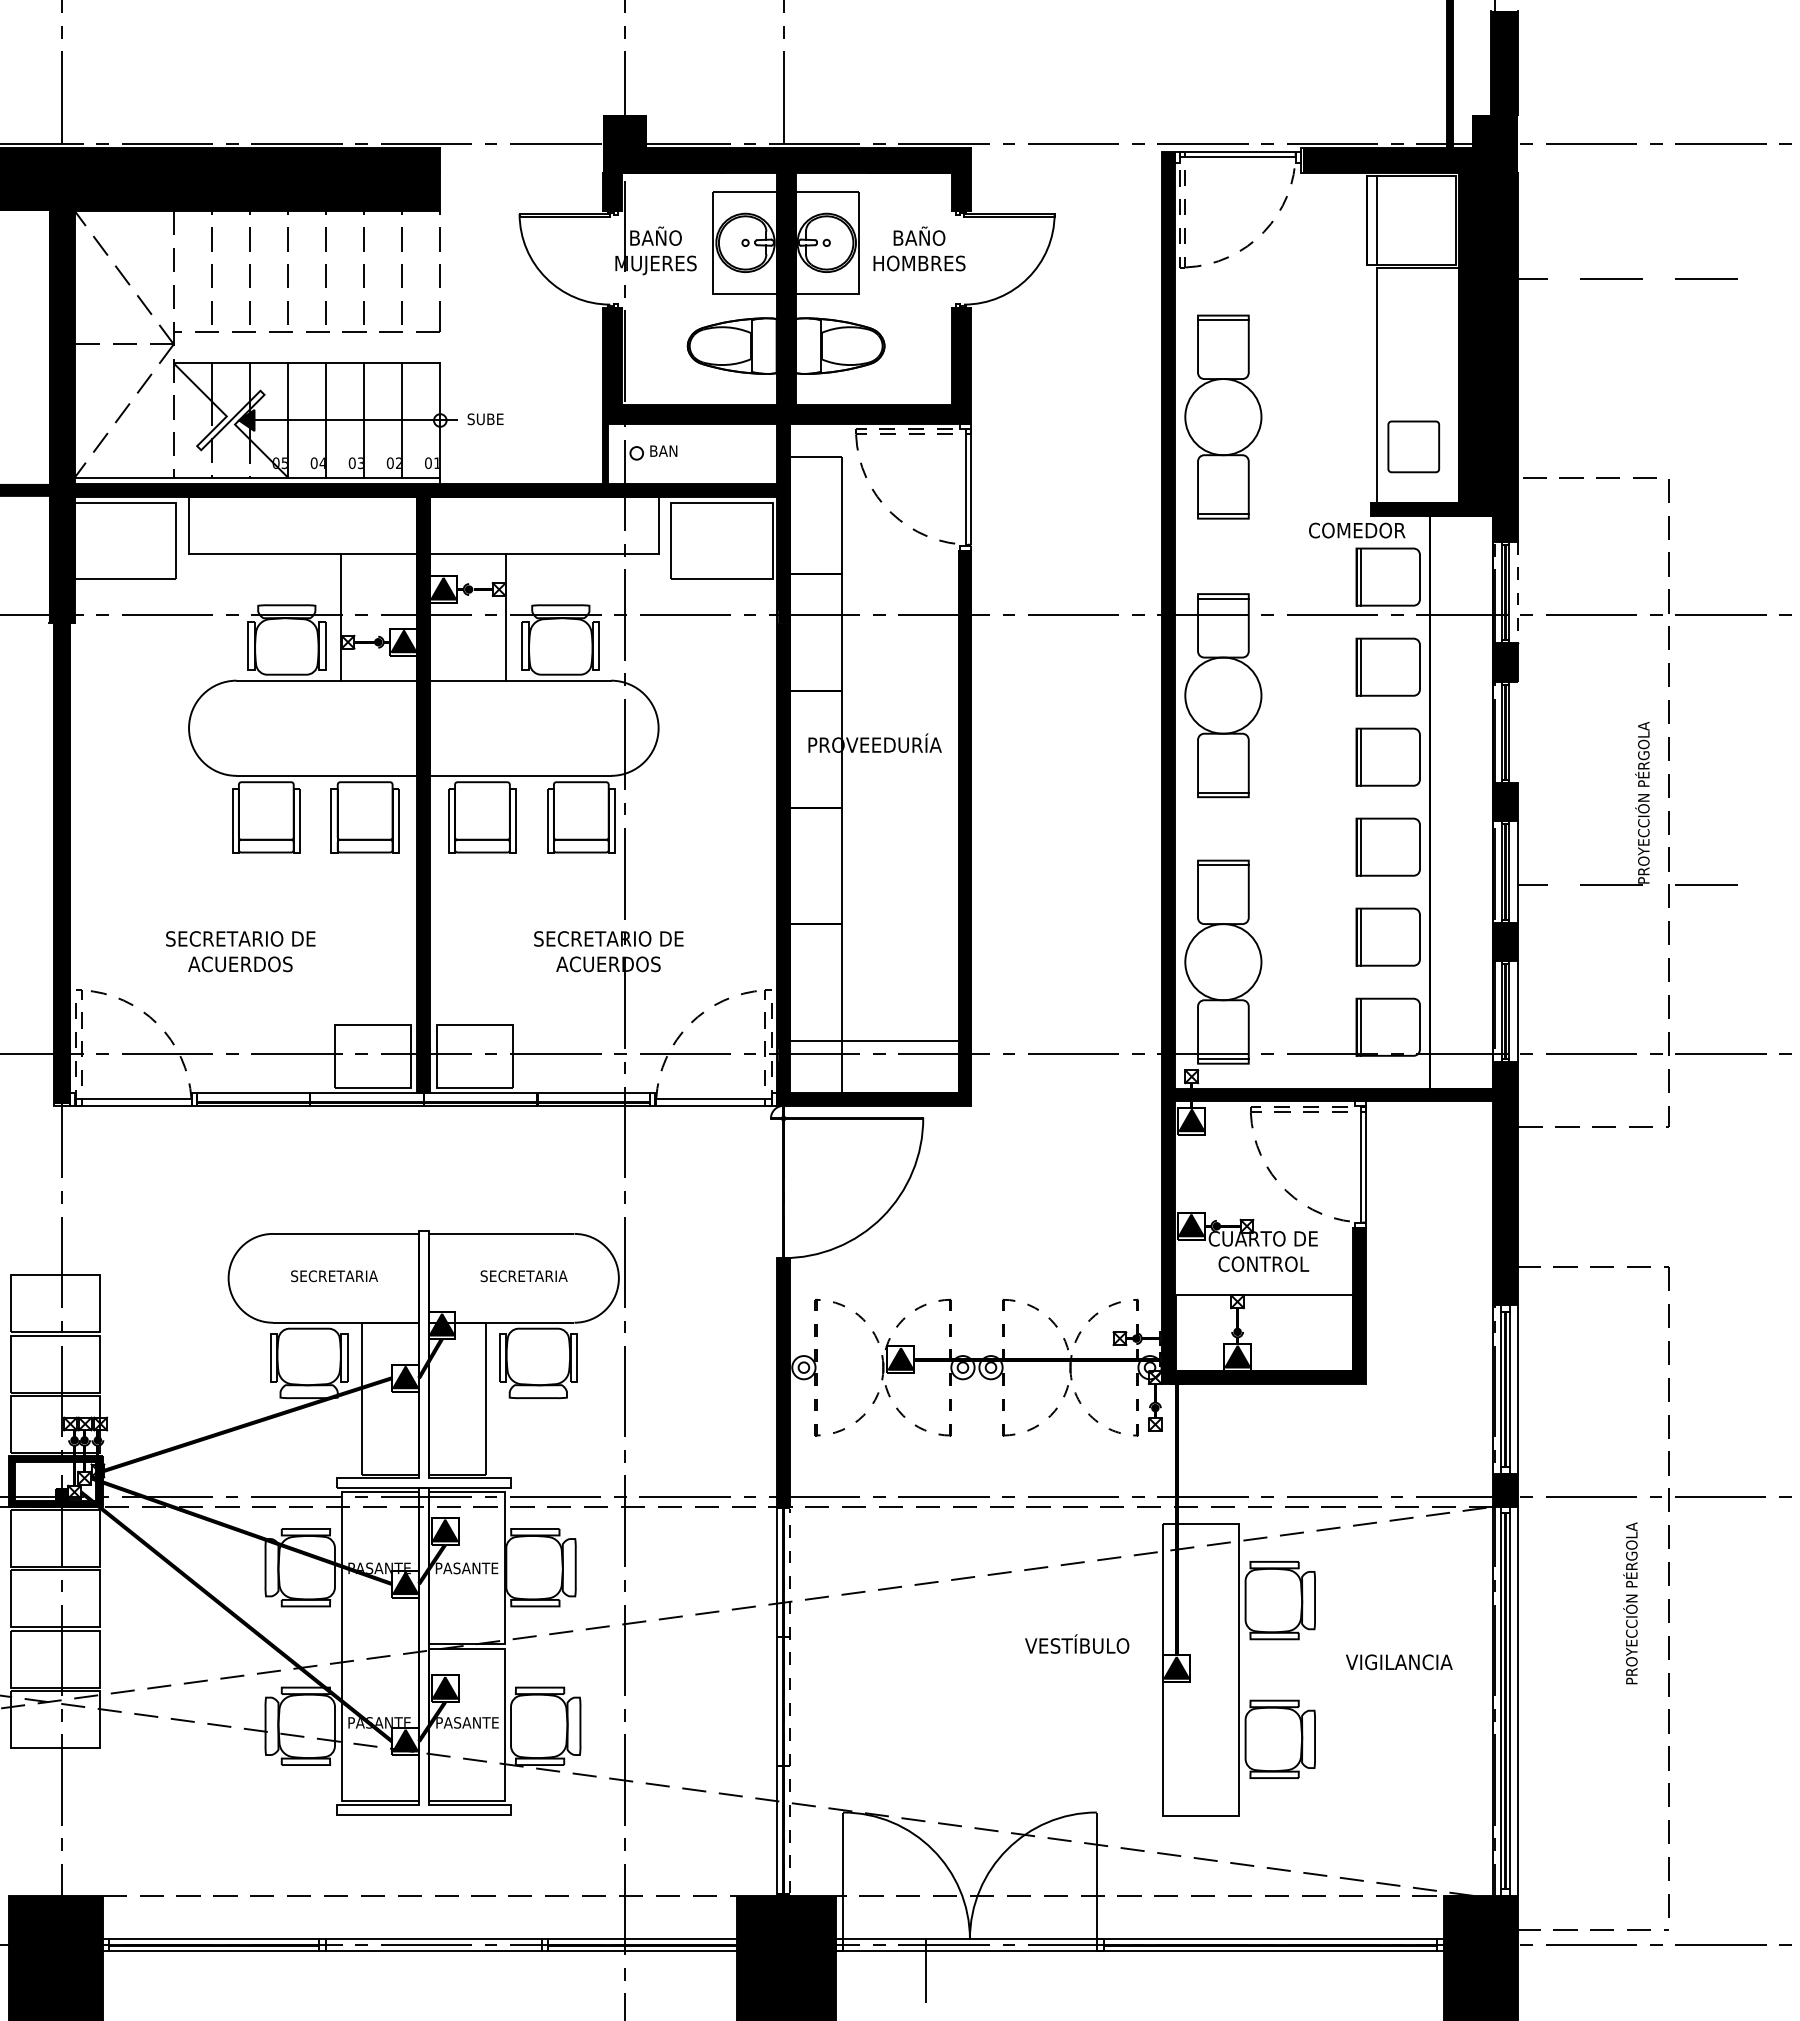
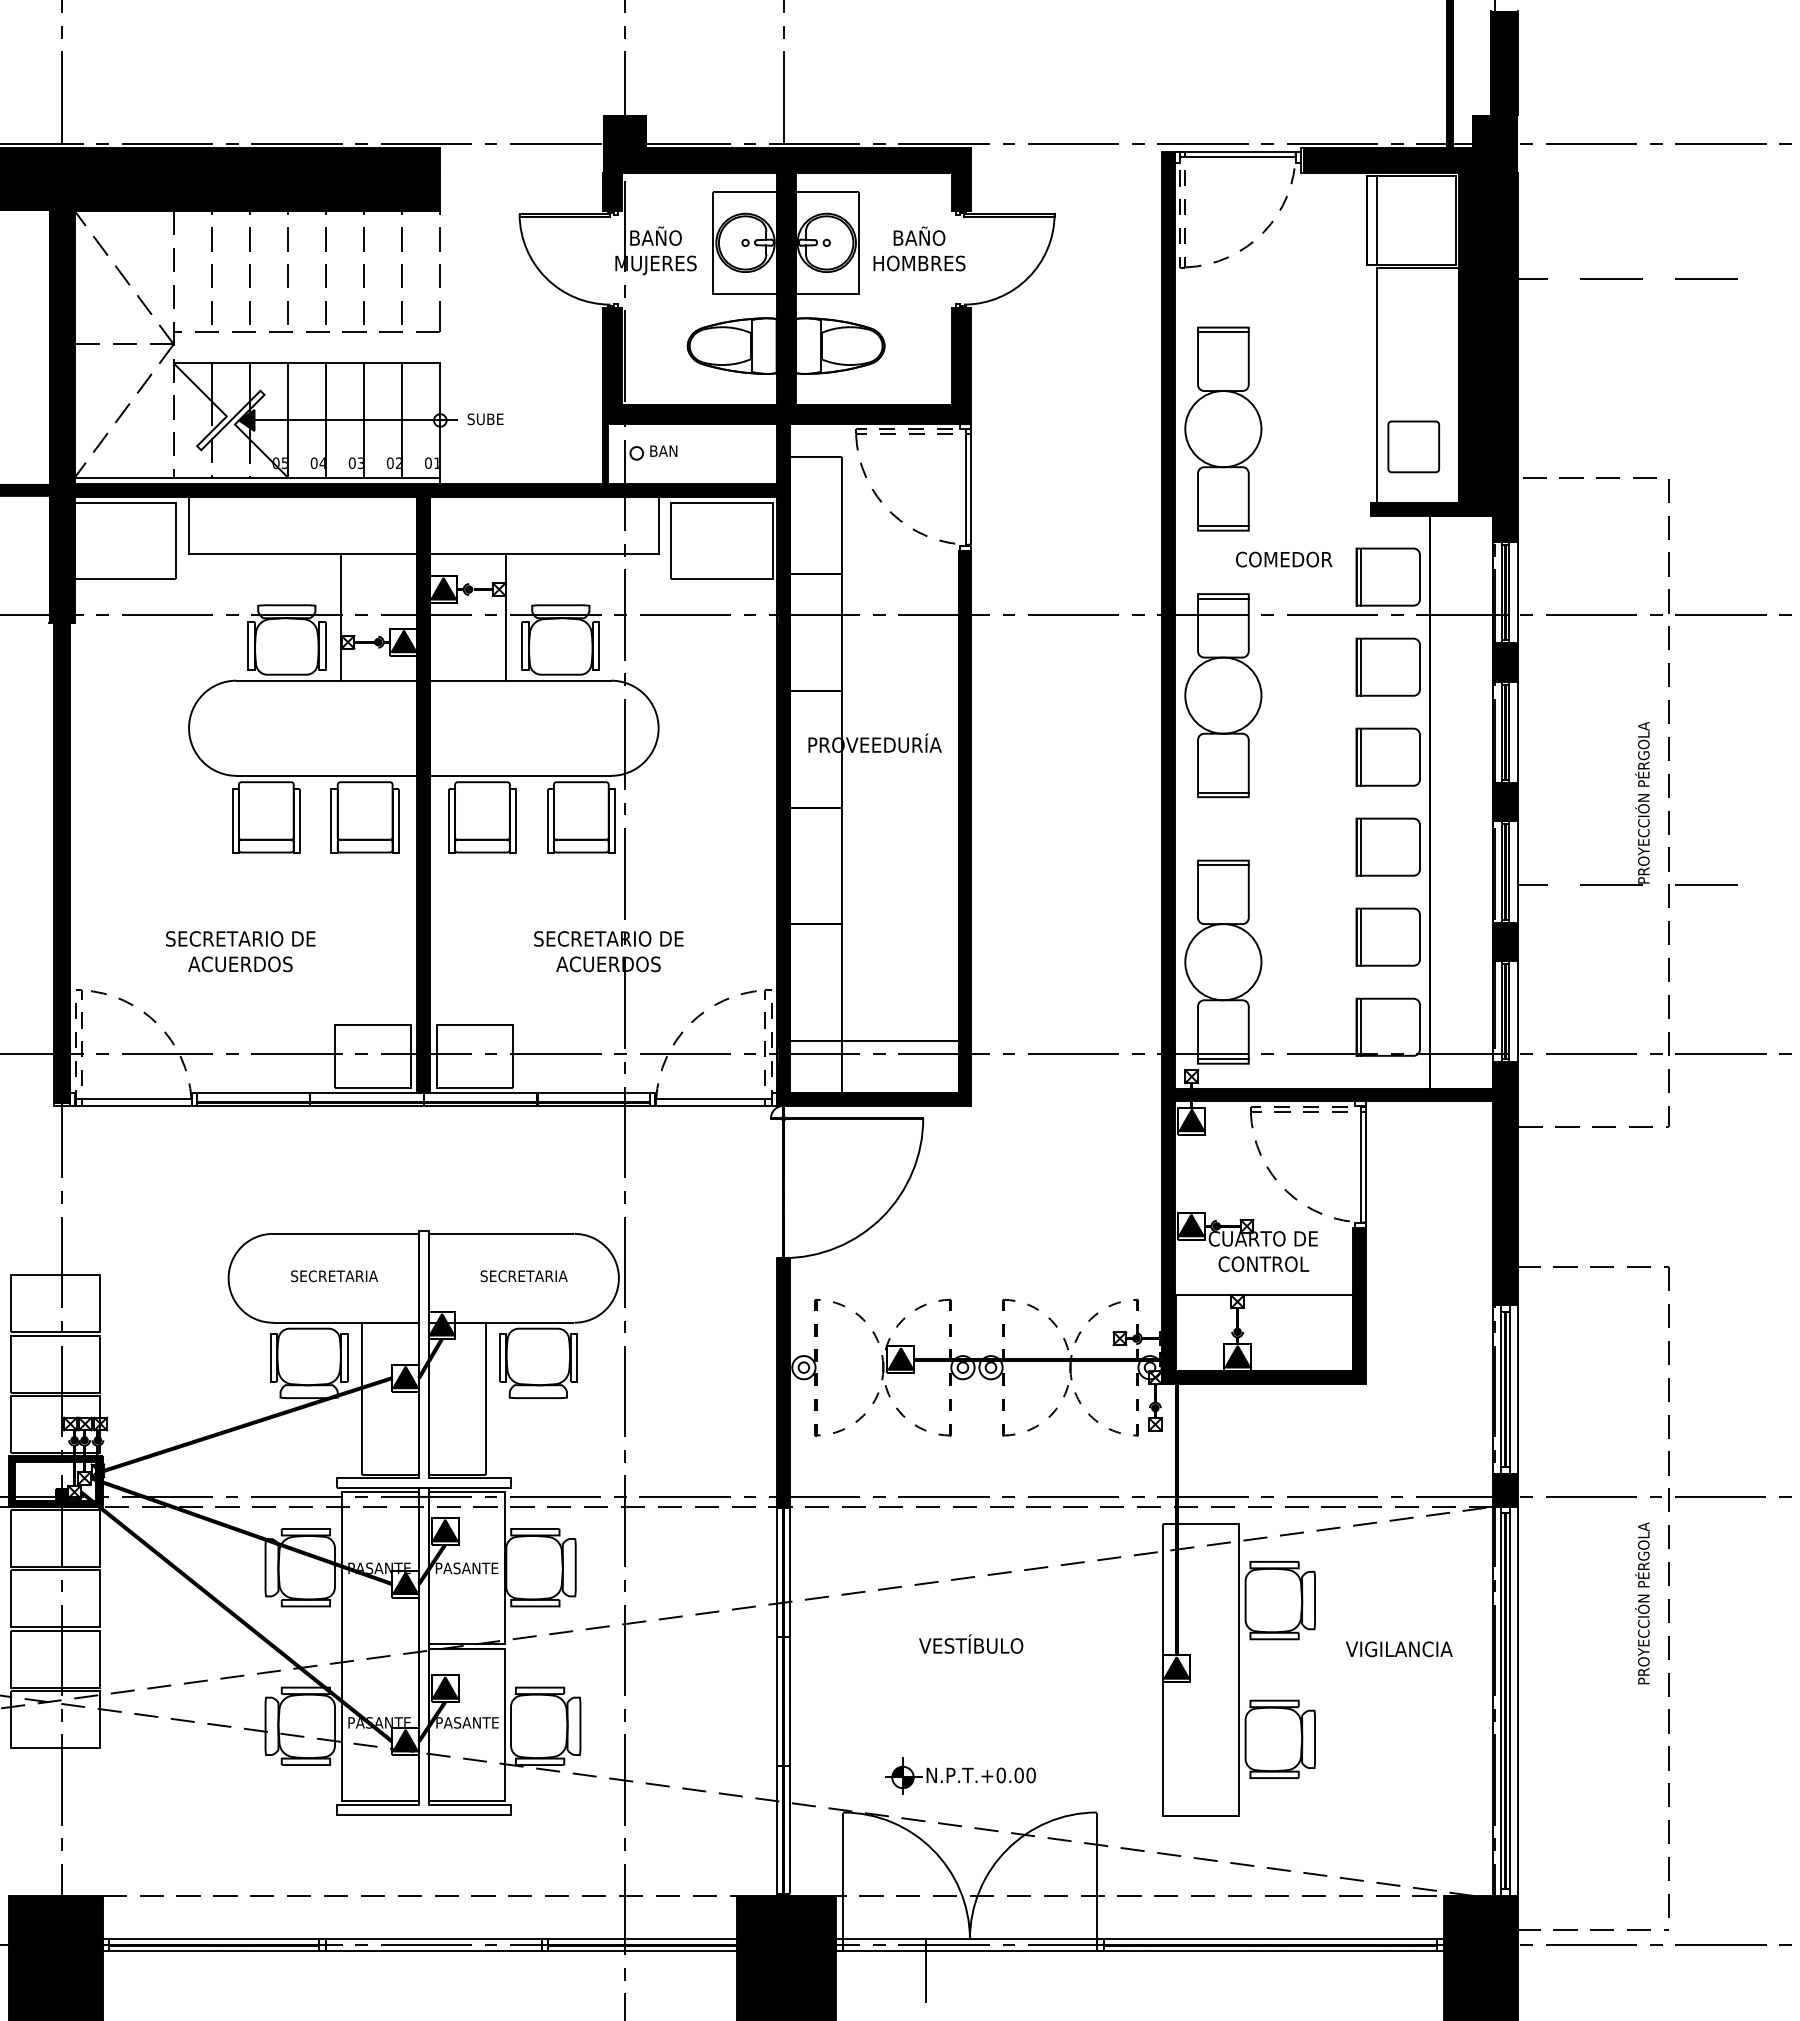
part at (1223, 416) position: (1223, 416) -> (1223, 428)
text at (1357, 530) position: (1357, 530) -> (1284, 559)
line at (1518, 592): dashed -> solid
line at (1518, 732): none -> present
text at (1630, 1603) position: (1630, 1603) -> (1642, 1603)
text at (1077, 1643) position: (1077, 1643) -> (971, 1643)
text at (1399, 1662) position: (1399, 1662) -> (1399, 1649)
line at (789, 1701): dashed -> solid
part at (960, 1775): none -> present
